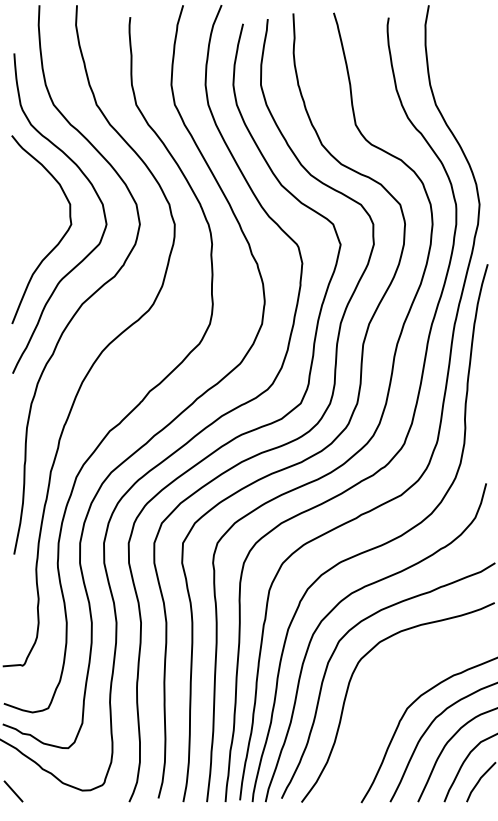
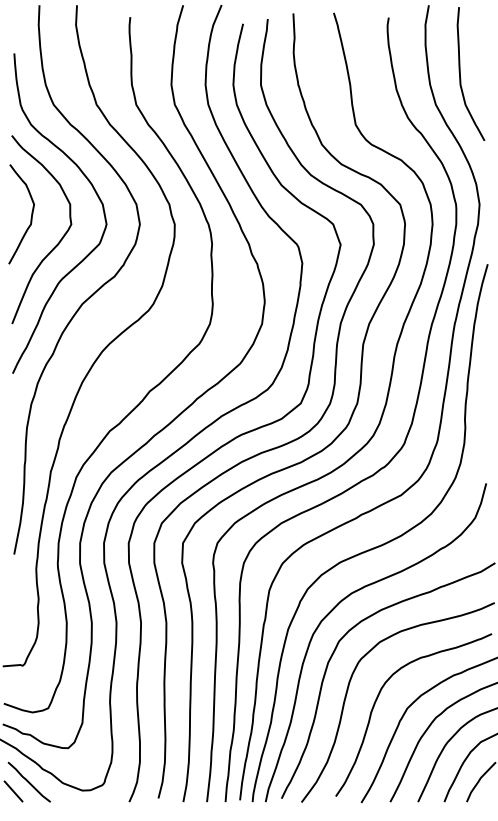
curve at (460, 73): none -> present
curve at (30, 217): none -> present
curve at (376, 702): none -> present
line at (28, 781): none -> present
